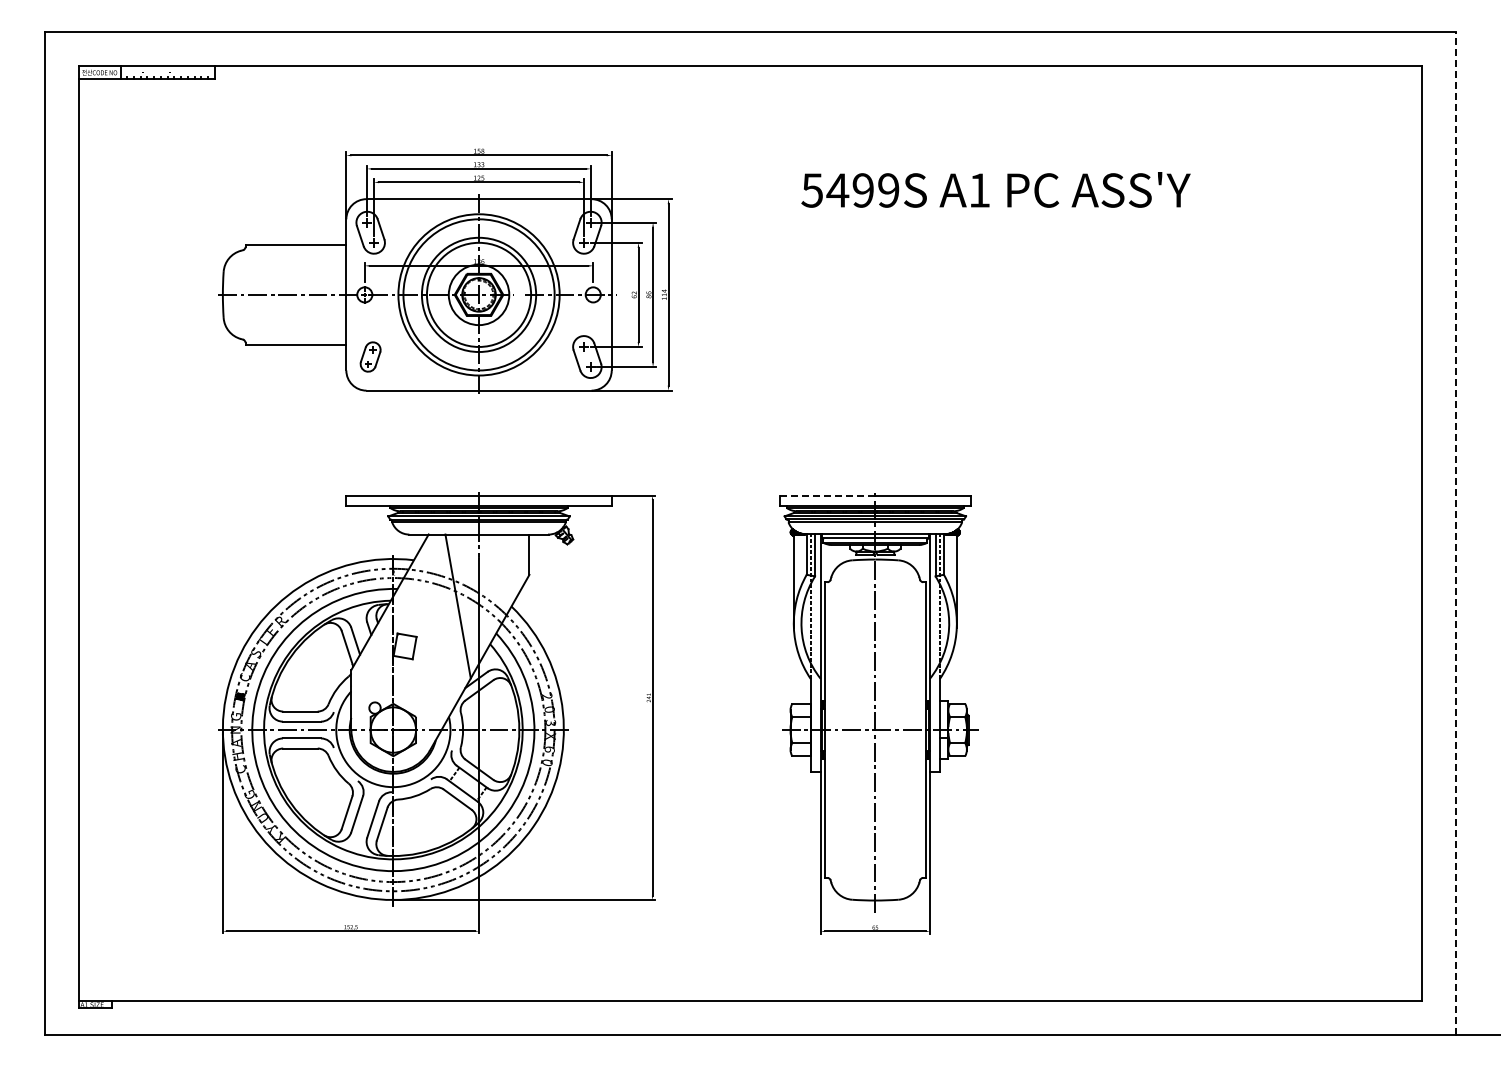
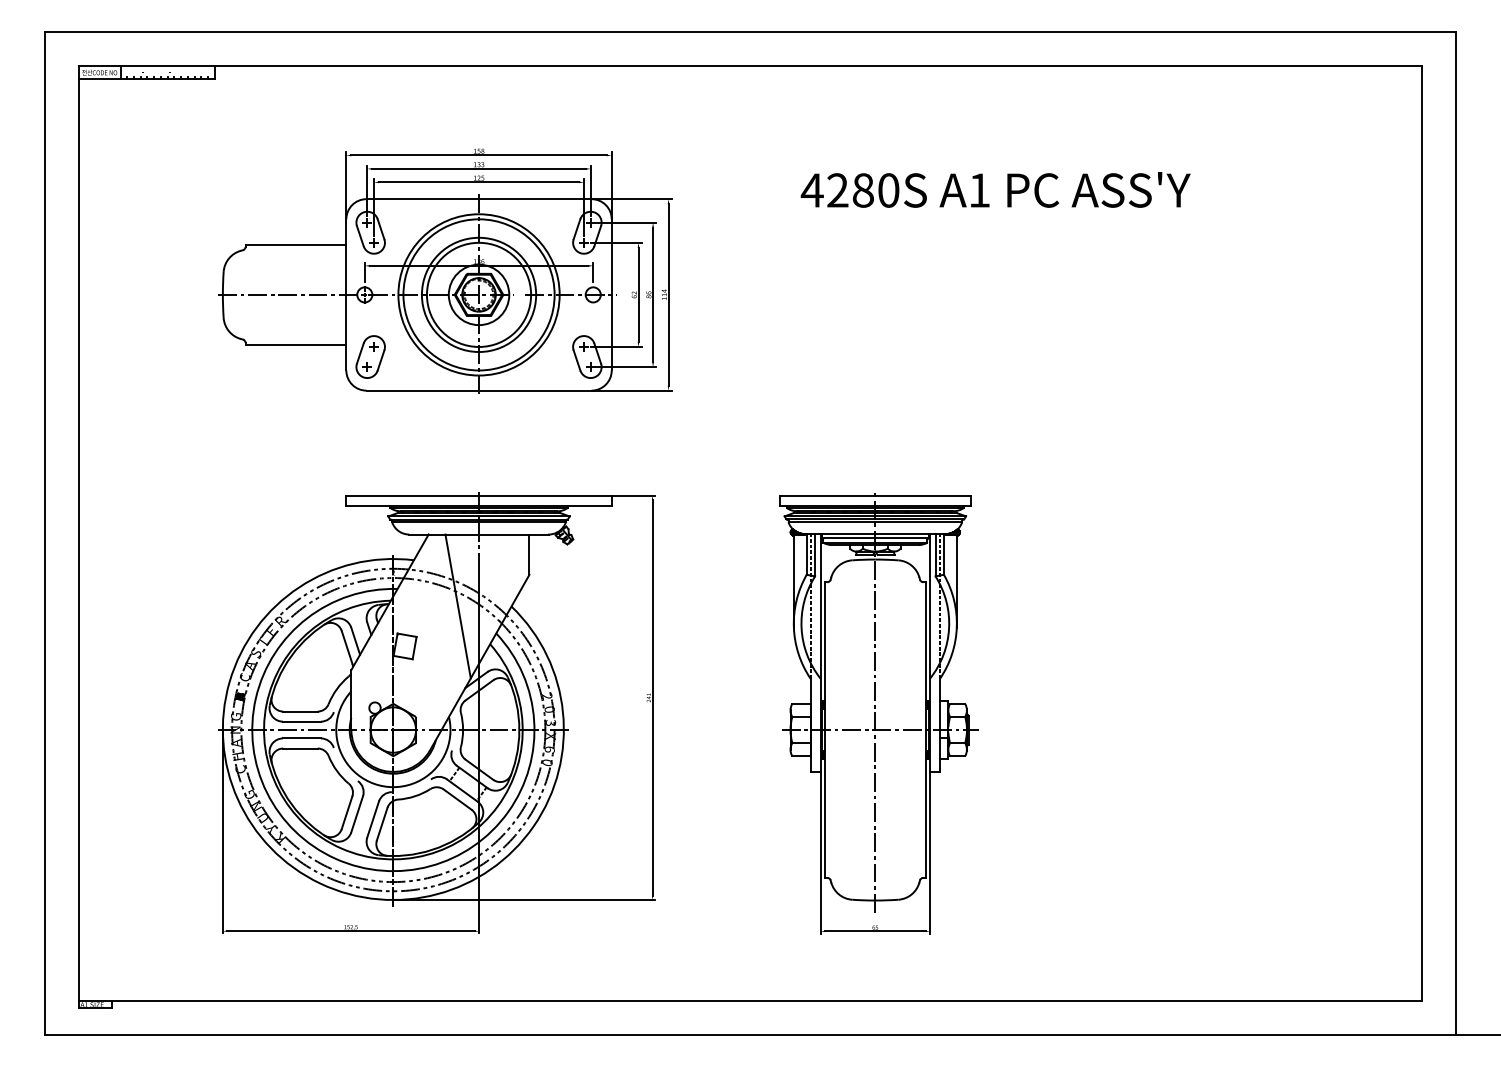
text at (849, 190): 5499S -> 4280S
part at (370, 356) size: 23x32 px -> 31x44 px
line at (827, 495): dashed -> solid
line at (1455, 532): dashed -> solid
